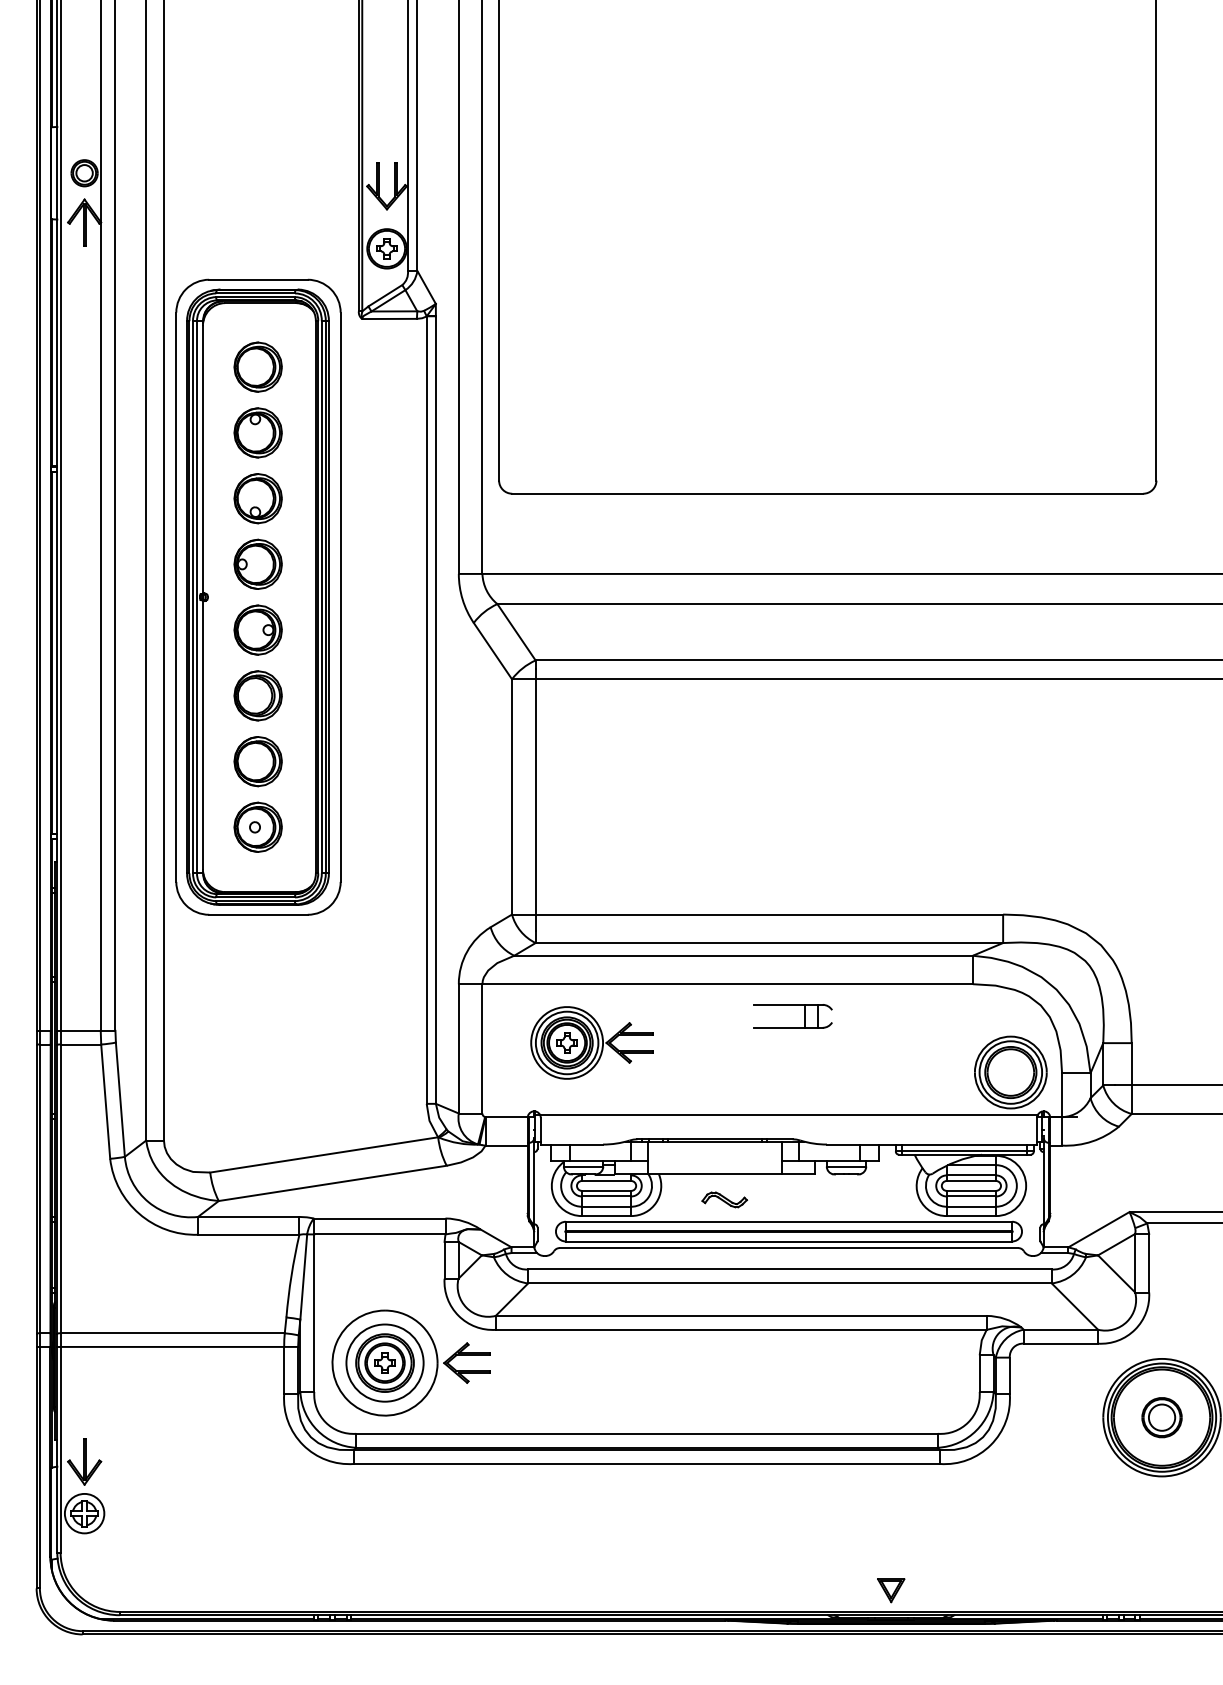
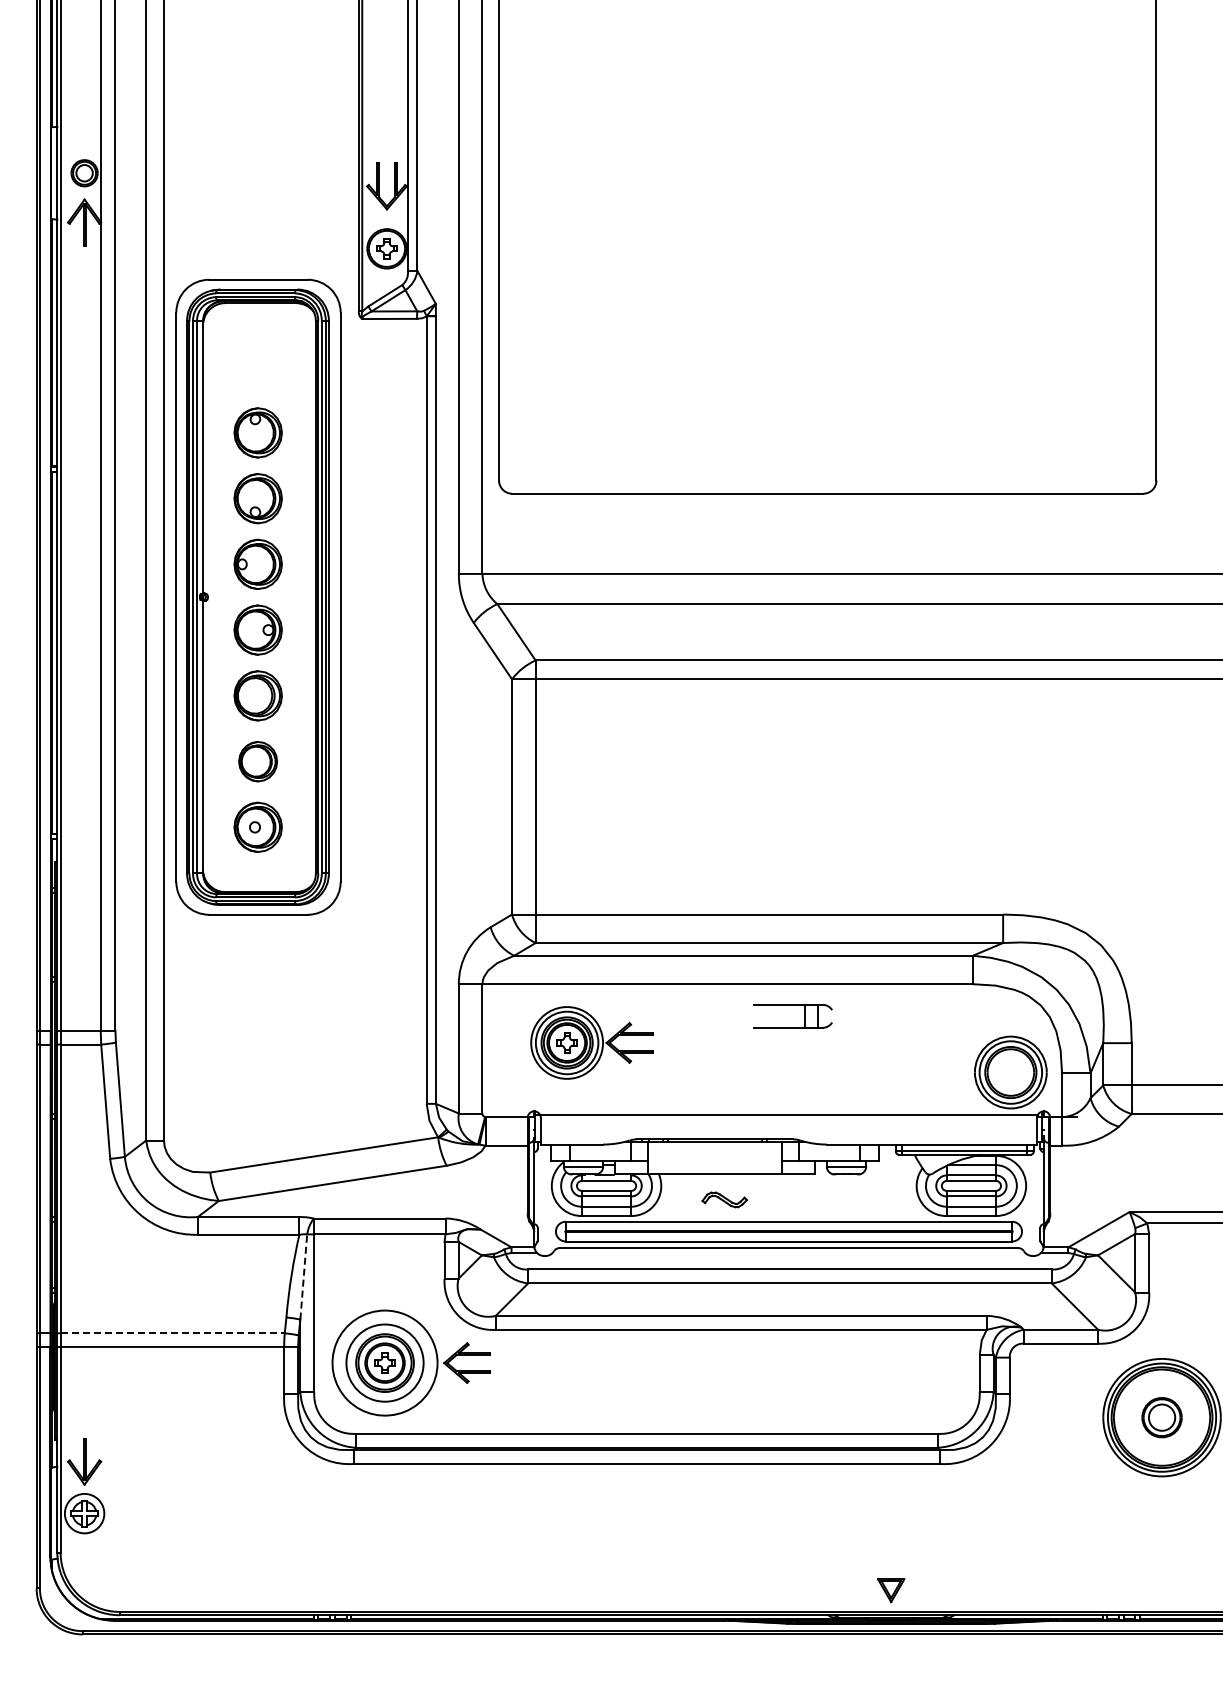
part at (257, 366): present -> none
part at (257, 761) size: 50x52 px -> 40x42 px
line at (303, 1276): solid -> dashed
line at (173, 1333): solid -> dashed
